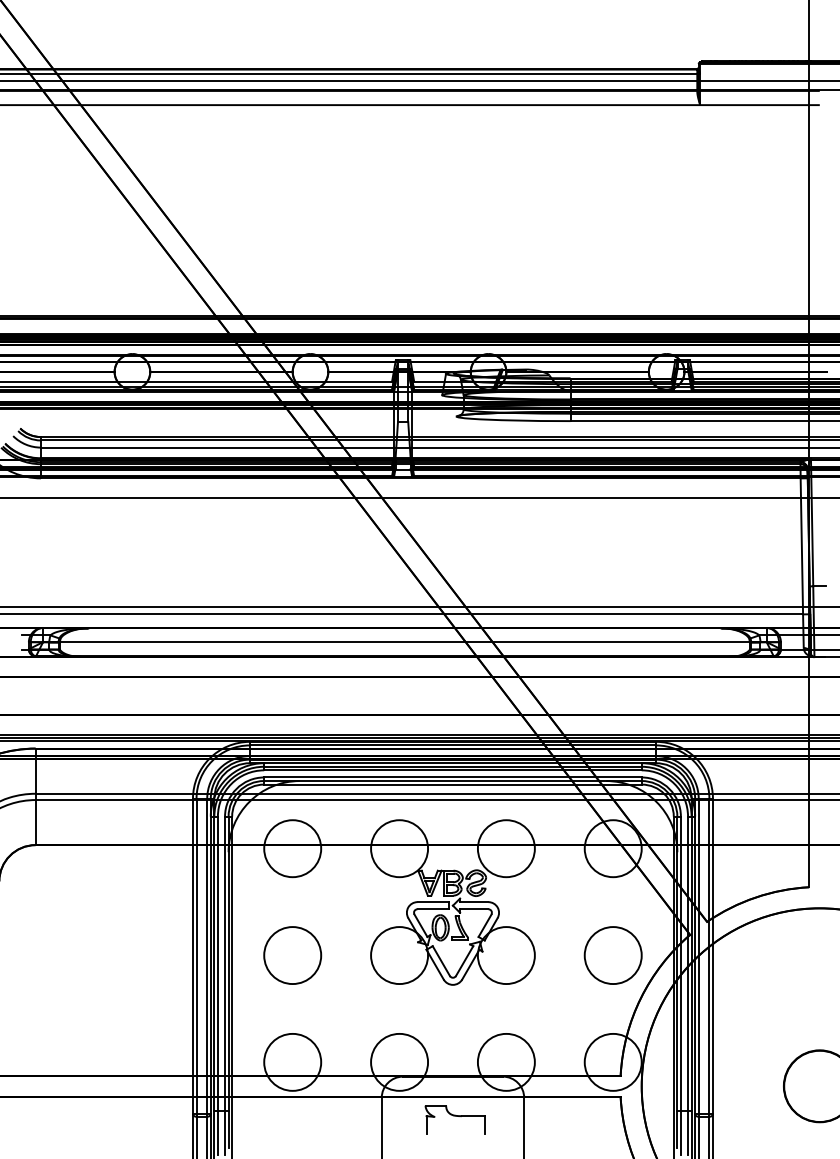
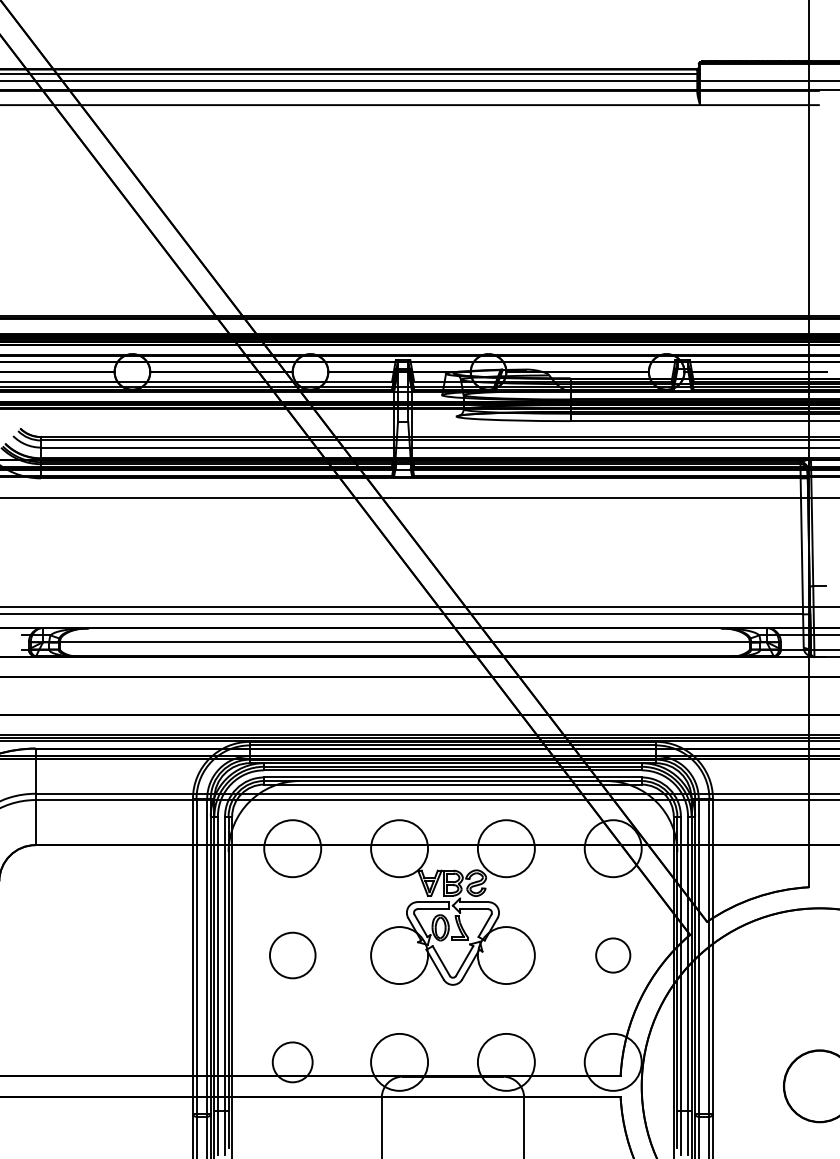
circle at (292, 955) size: 60x59 px -> 48x49 px
circle at (612, 955) diameter: 57 px -> 34 px
circle at (292, 1061) diameter: 57 px -> 40 px
part at (454, 1119): present -> none
